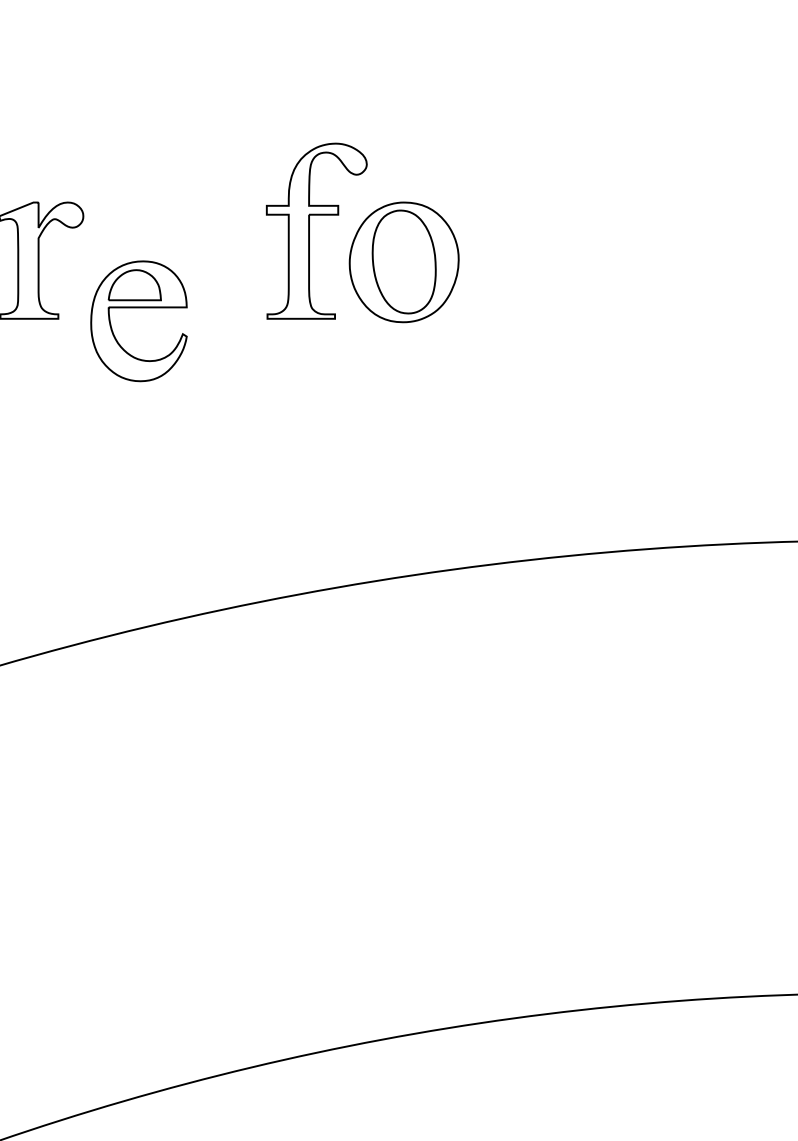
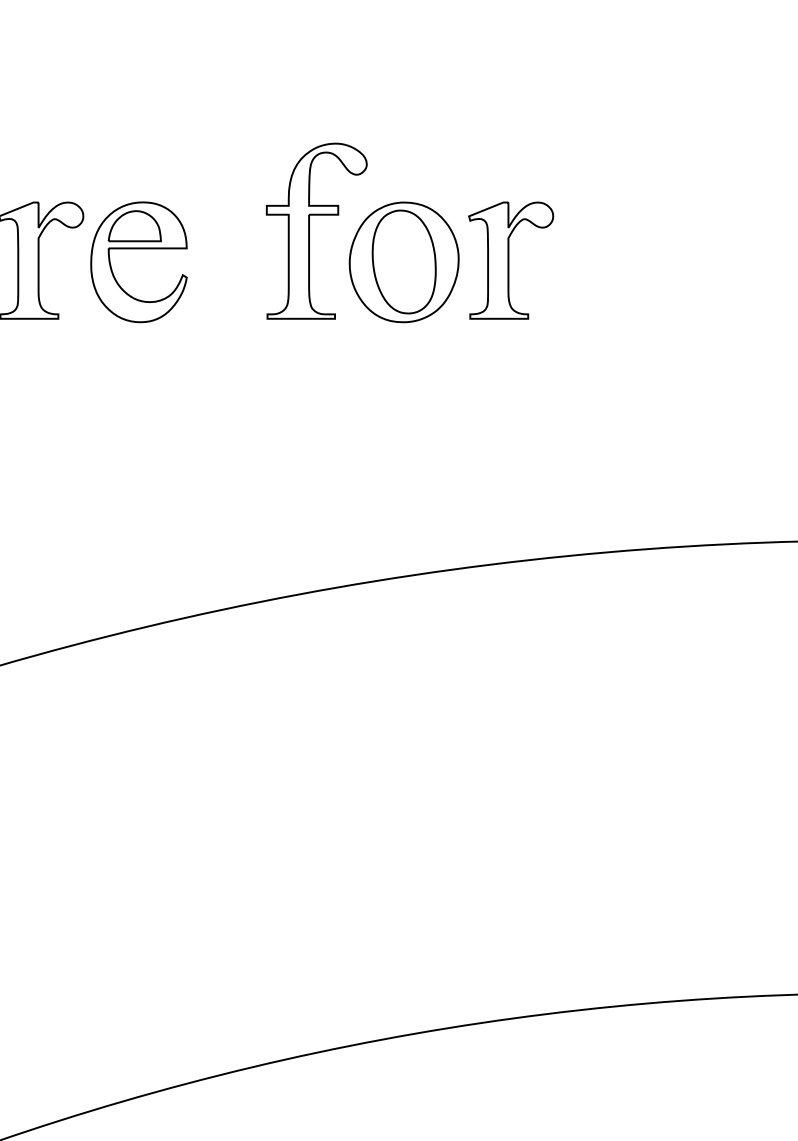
part at (511, 260): none -> present
part at (138, 308) position: (138, 308) -> (138, 249)
